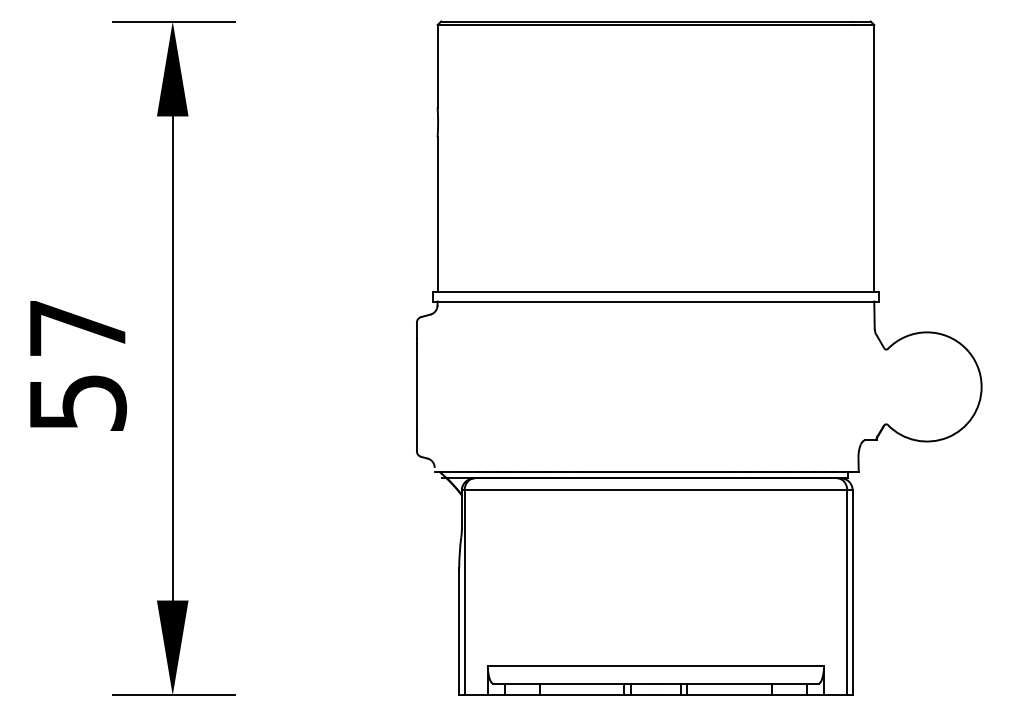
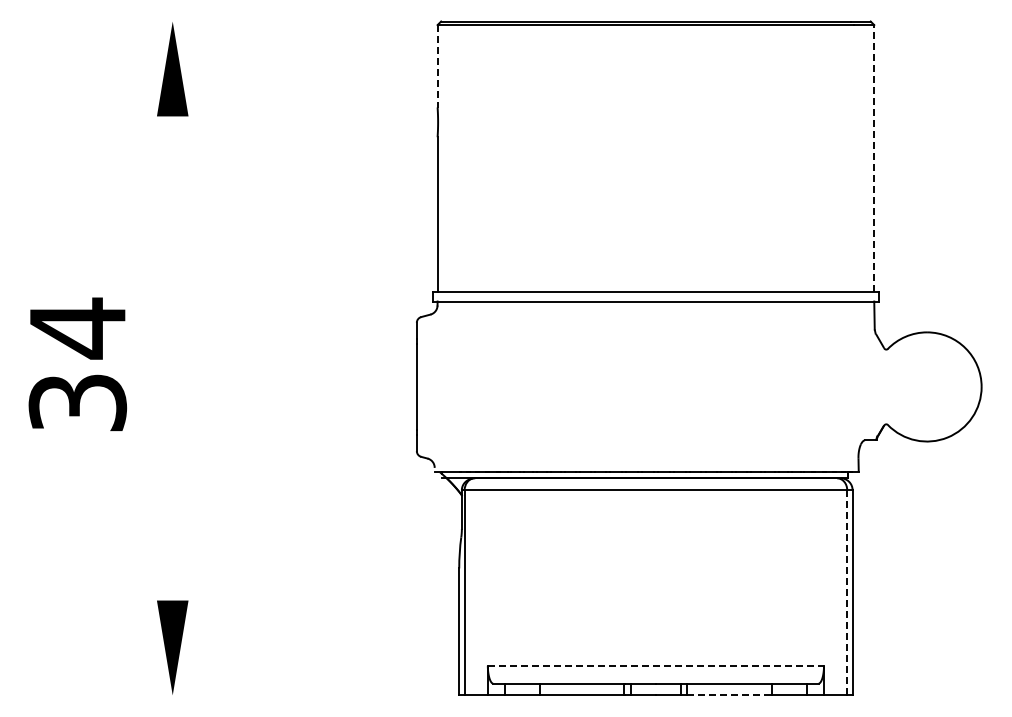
line at (173, 21): present -> none
line at (437, 66): solid -> dashed
line at (874, 158): solid -> dashed
line at (172, 356): present -> none
text at (77, 364): 57 -> 34
line at (847, 592): solid -> dashed
line at (656, 665): solid -> dashed
line at (173, 695): present -> none
line at (729, 695): solid -> dashed
